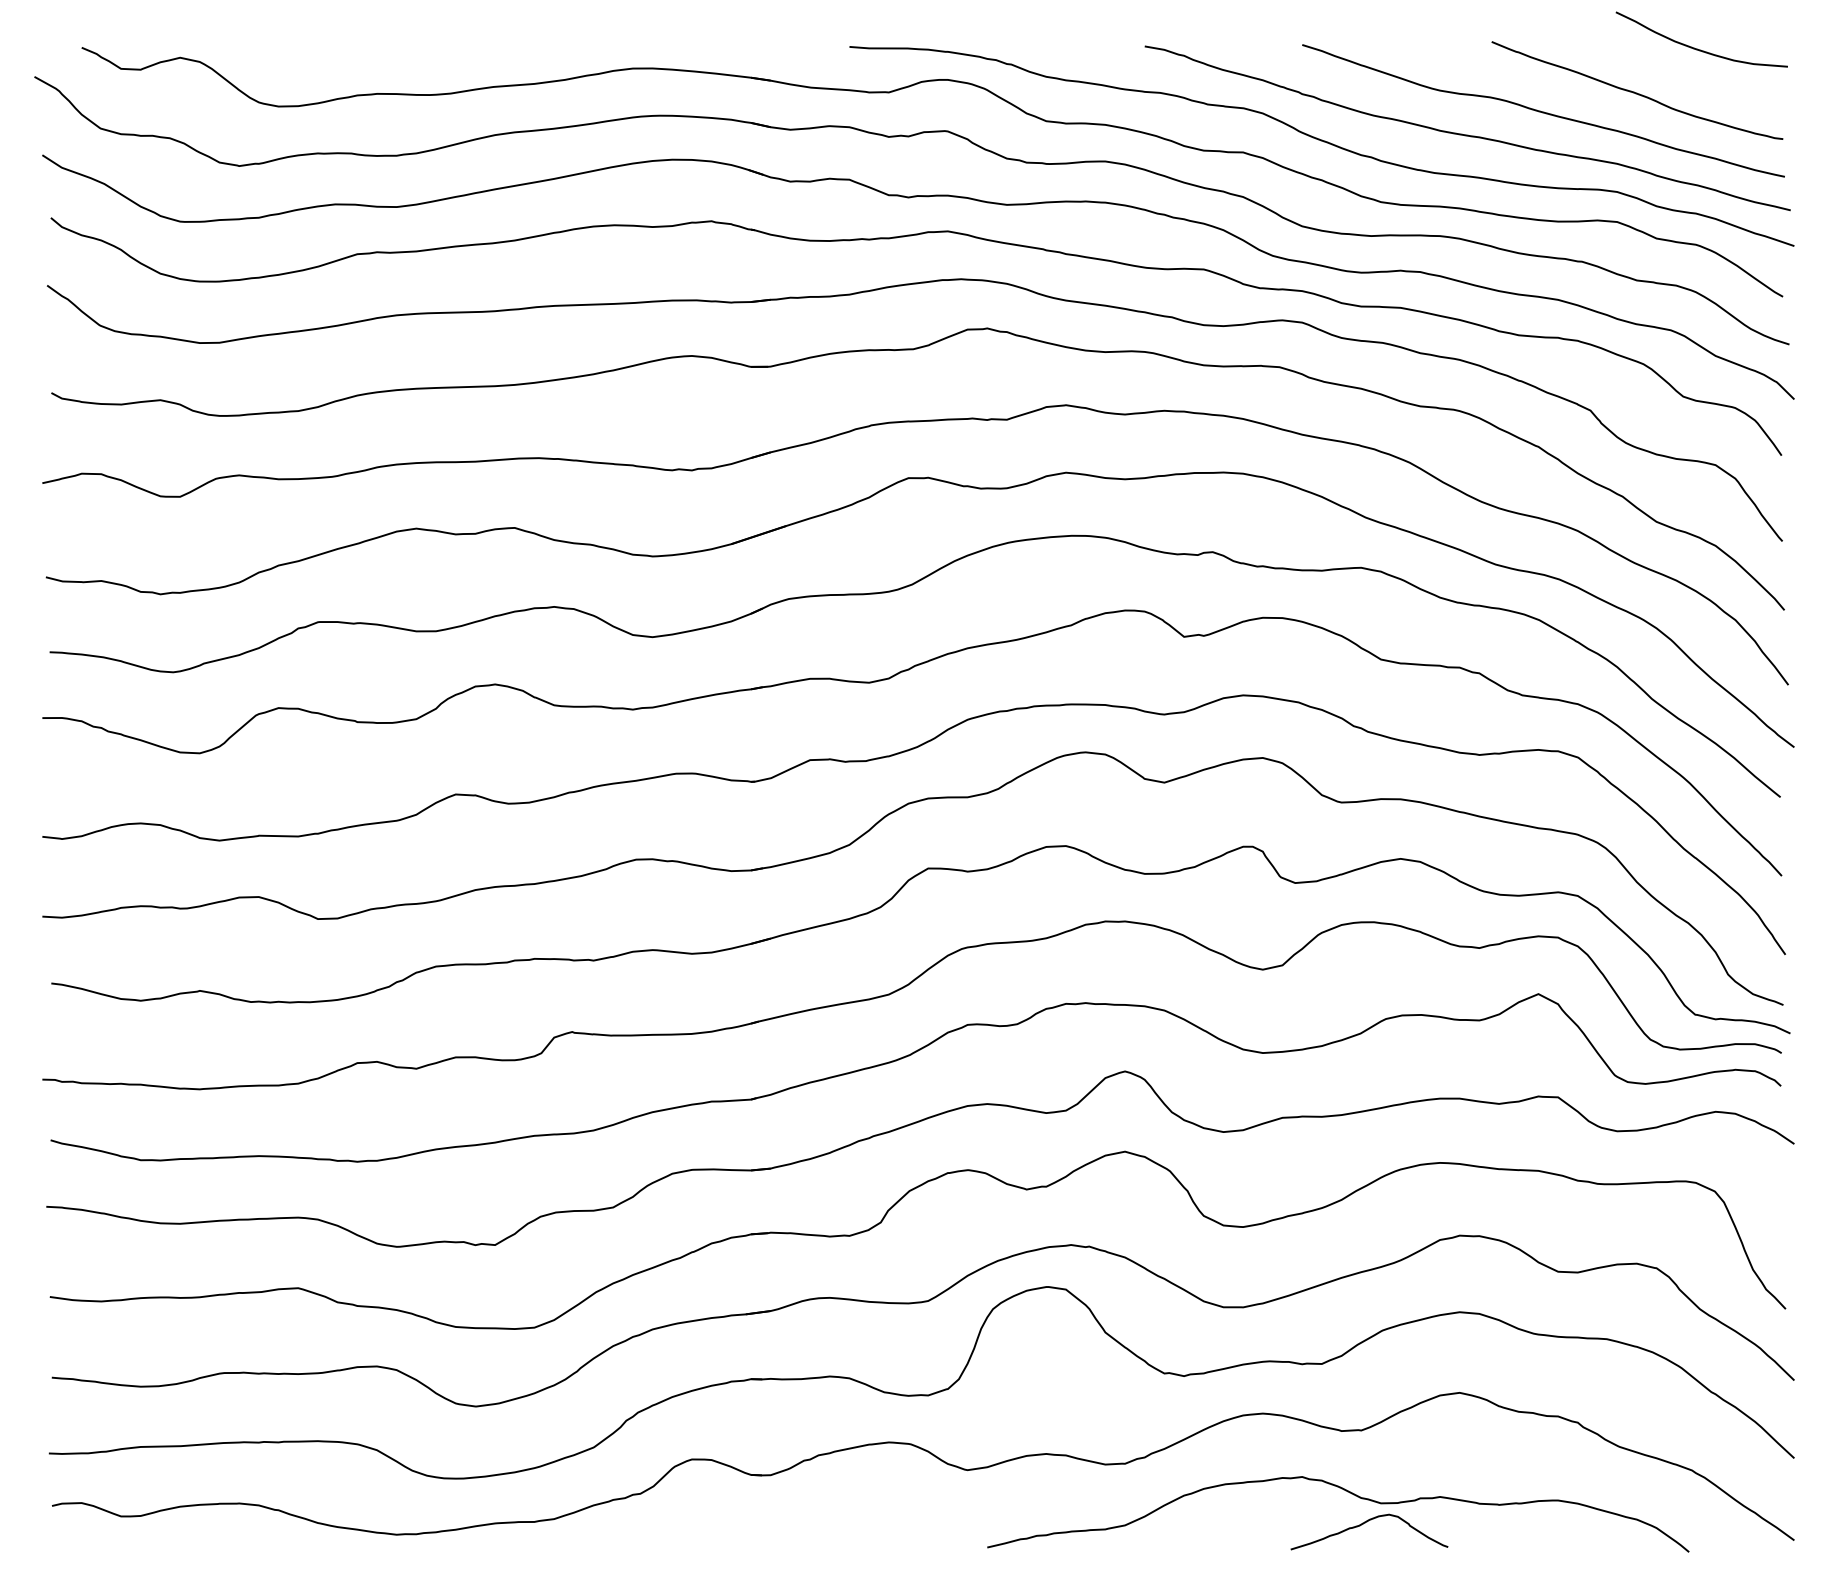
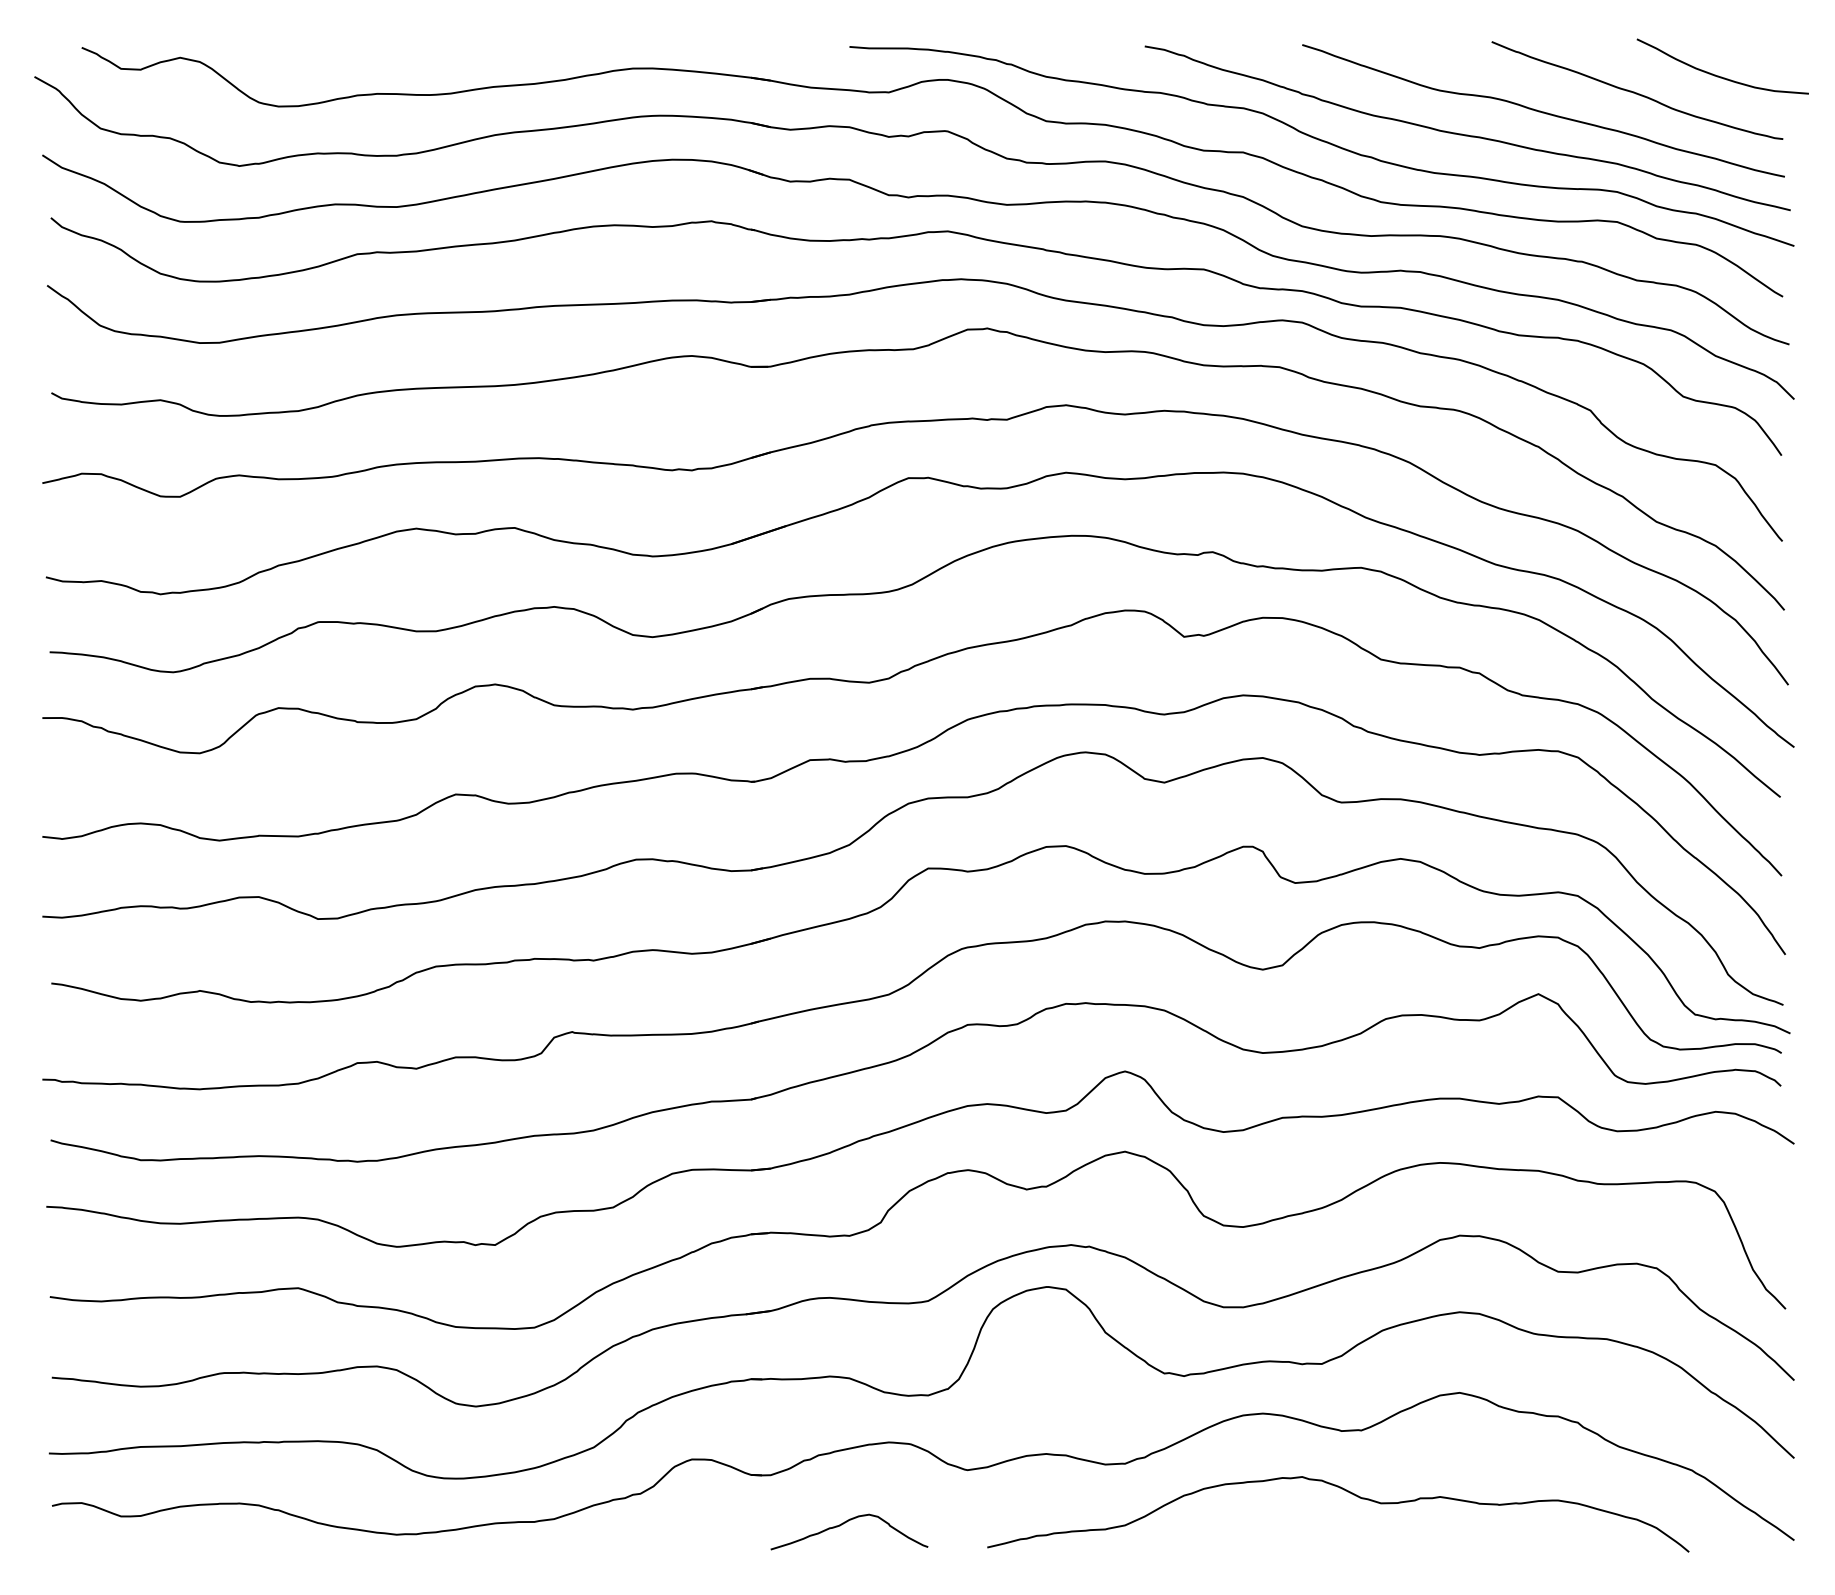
curve at (1697, 48) position: (1697, 48) -> (1718, 75)
curve at (1365, 1523) position: (1365, 1523) -> (845, 1523)
